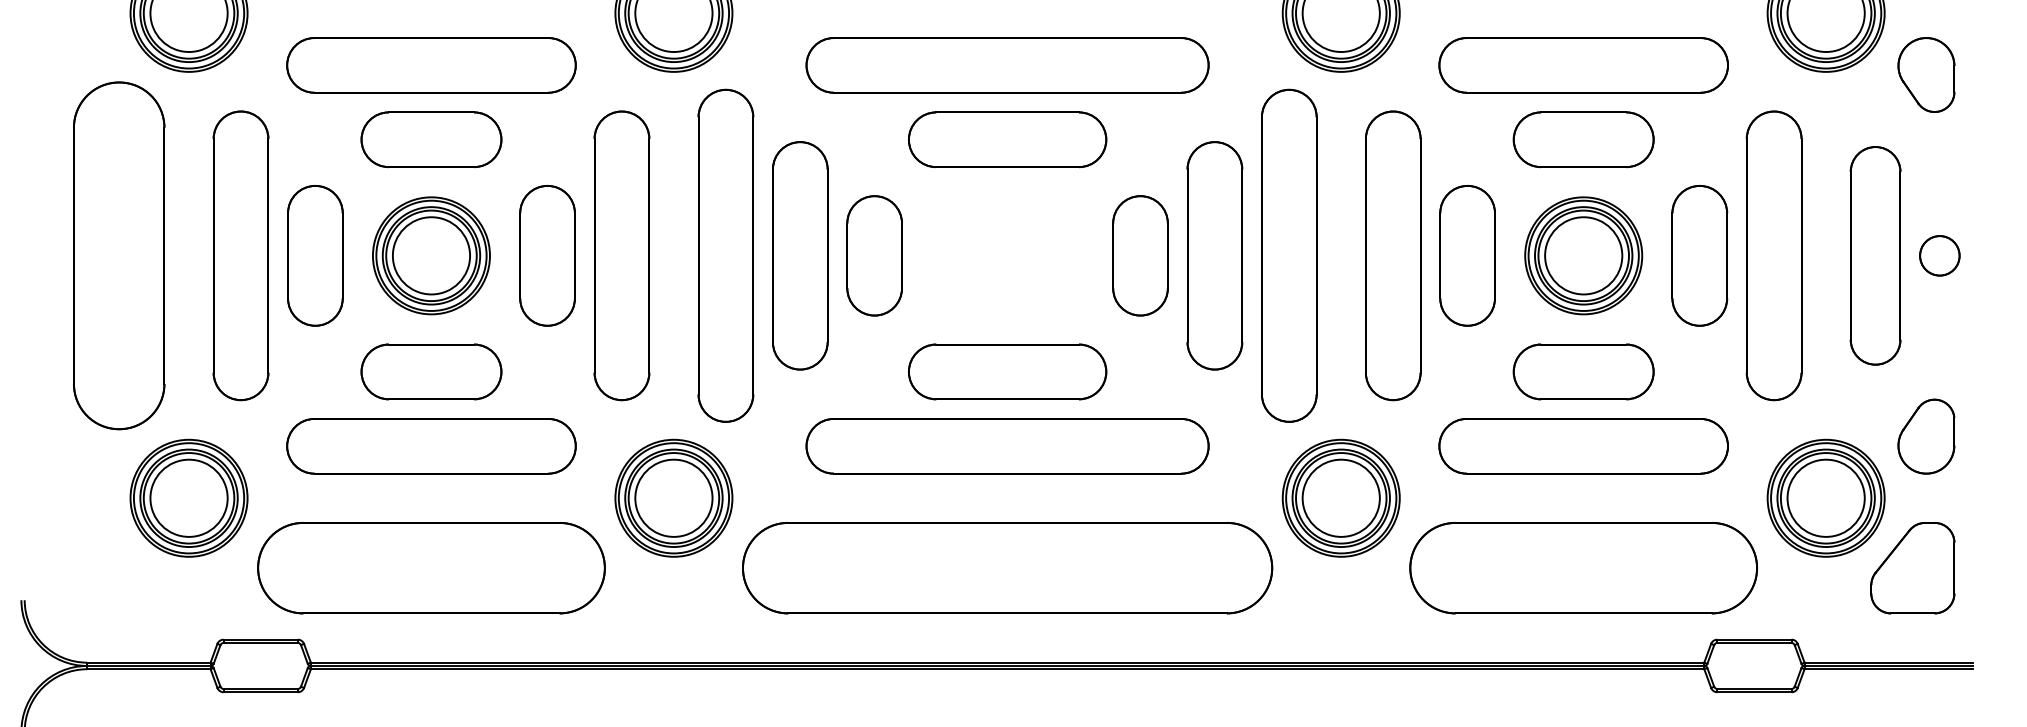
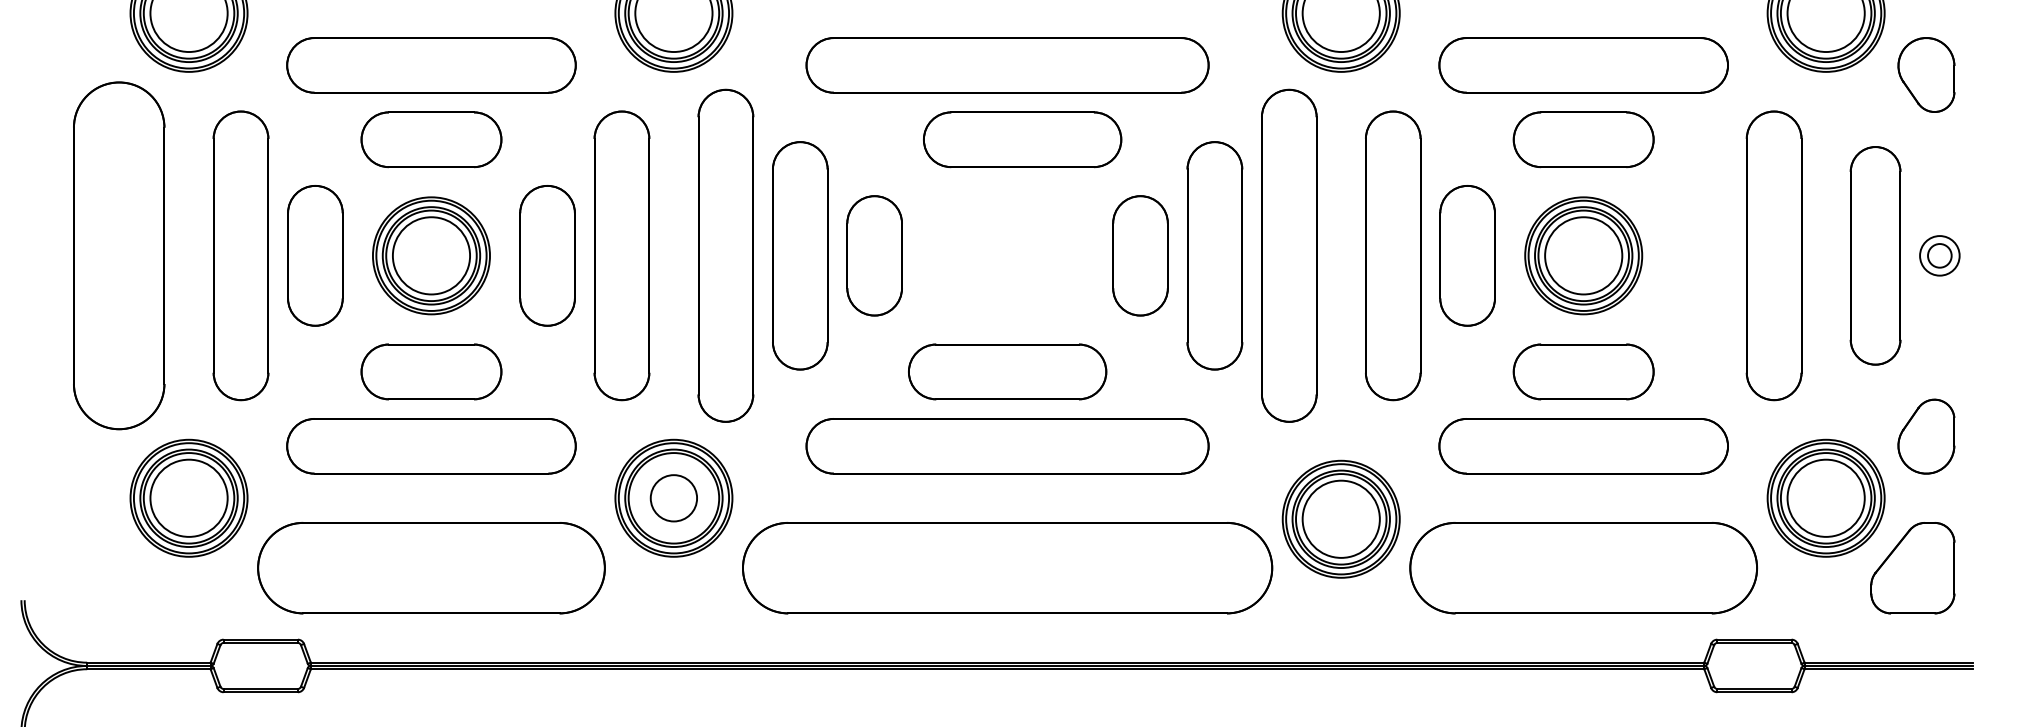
part at (1007, 139) position: (1007, 139) -> (1022, 139)
part at (1699, 255): present -> none
circle at (1939, 255) diameter: 39 px -> 24 px
circle at (673, 497) diameter: 77 px -> 46 px
part at (1340, 497) position: (1340, 497) -> (1340, 518)
